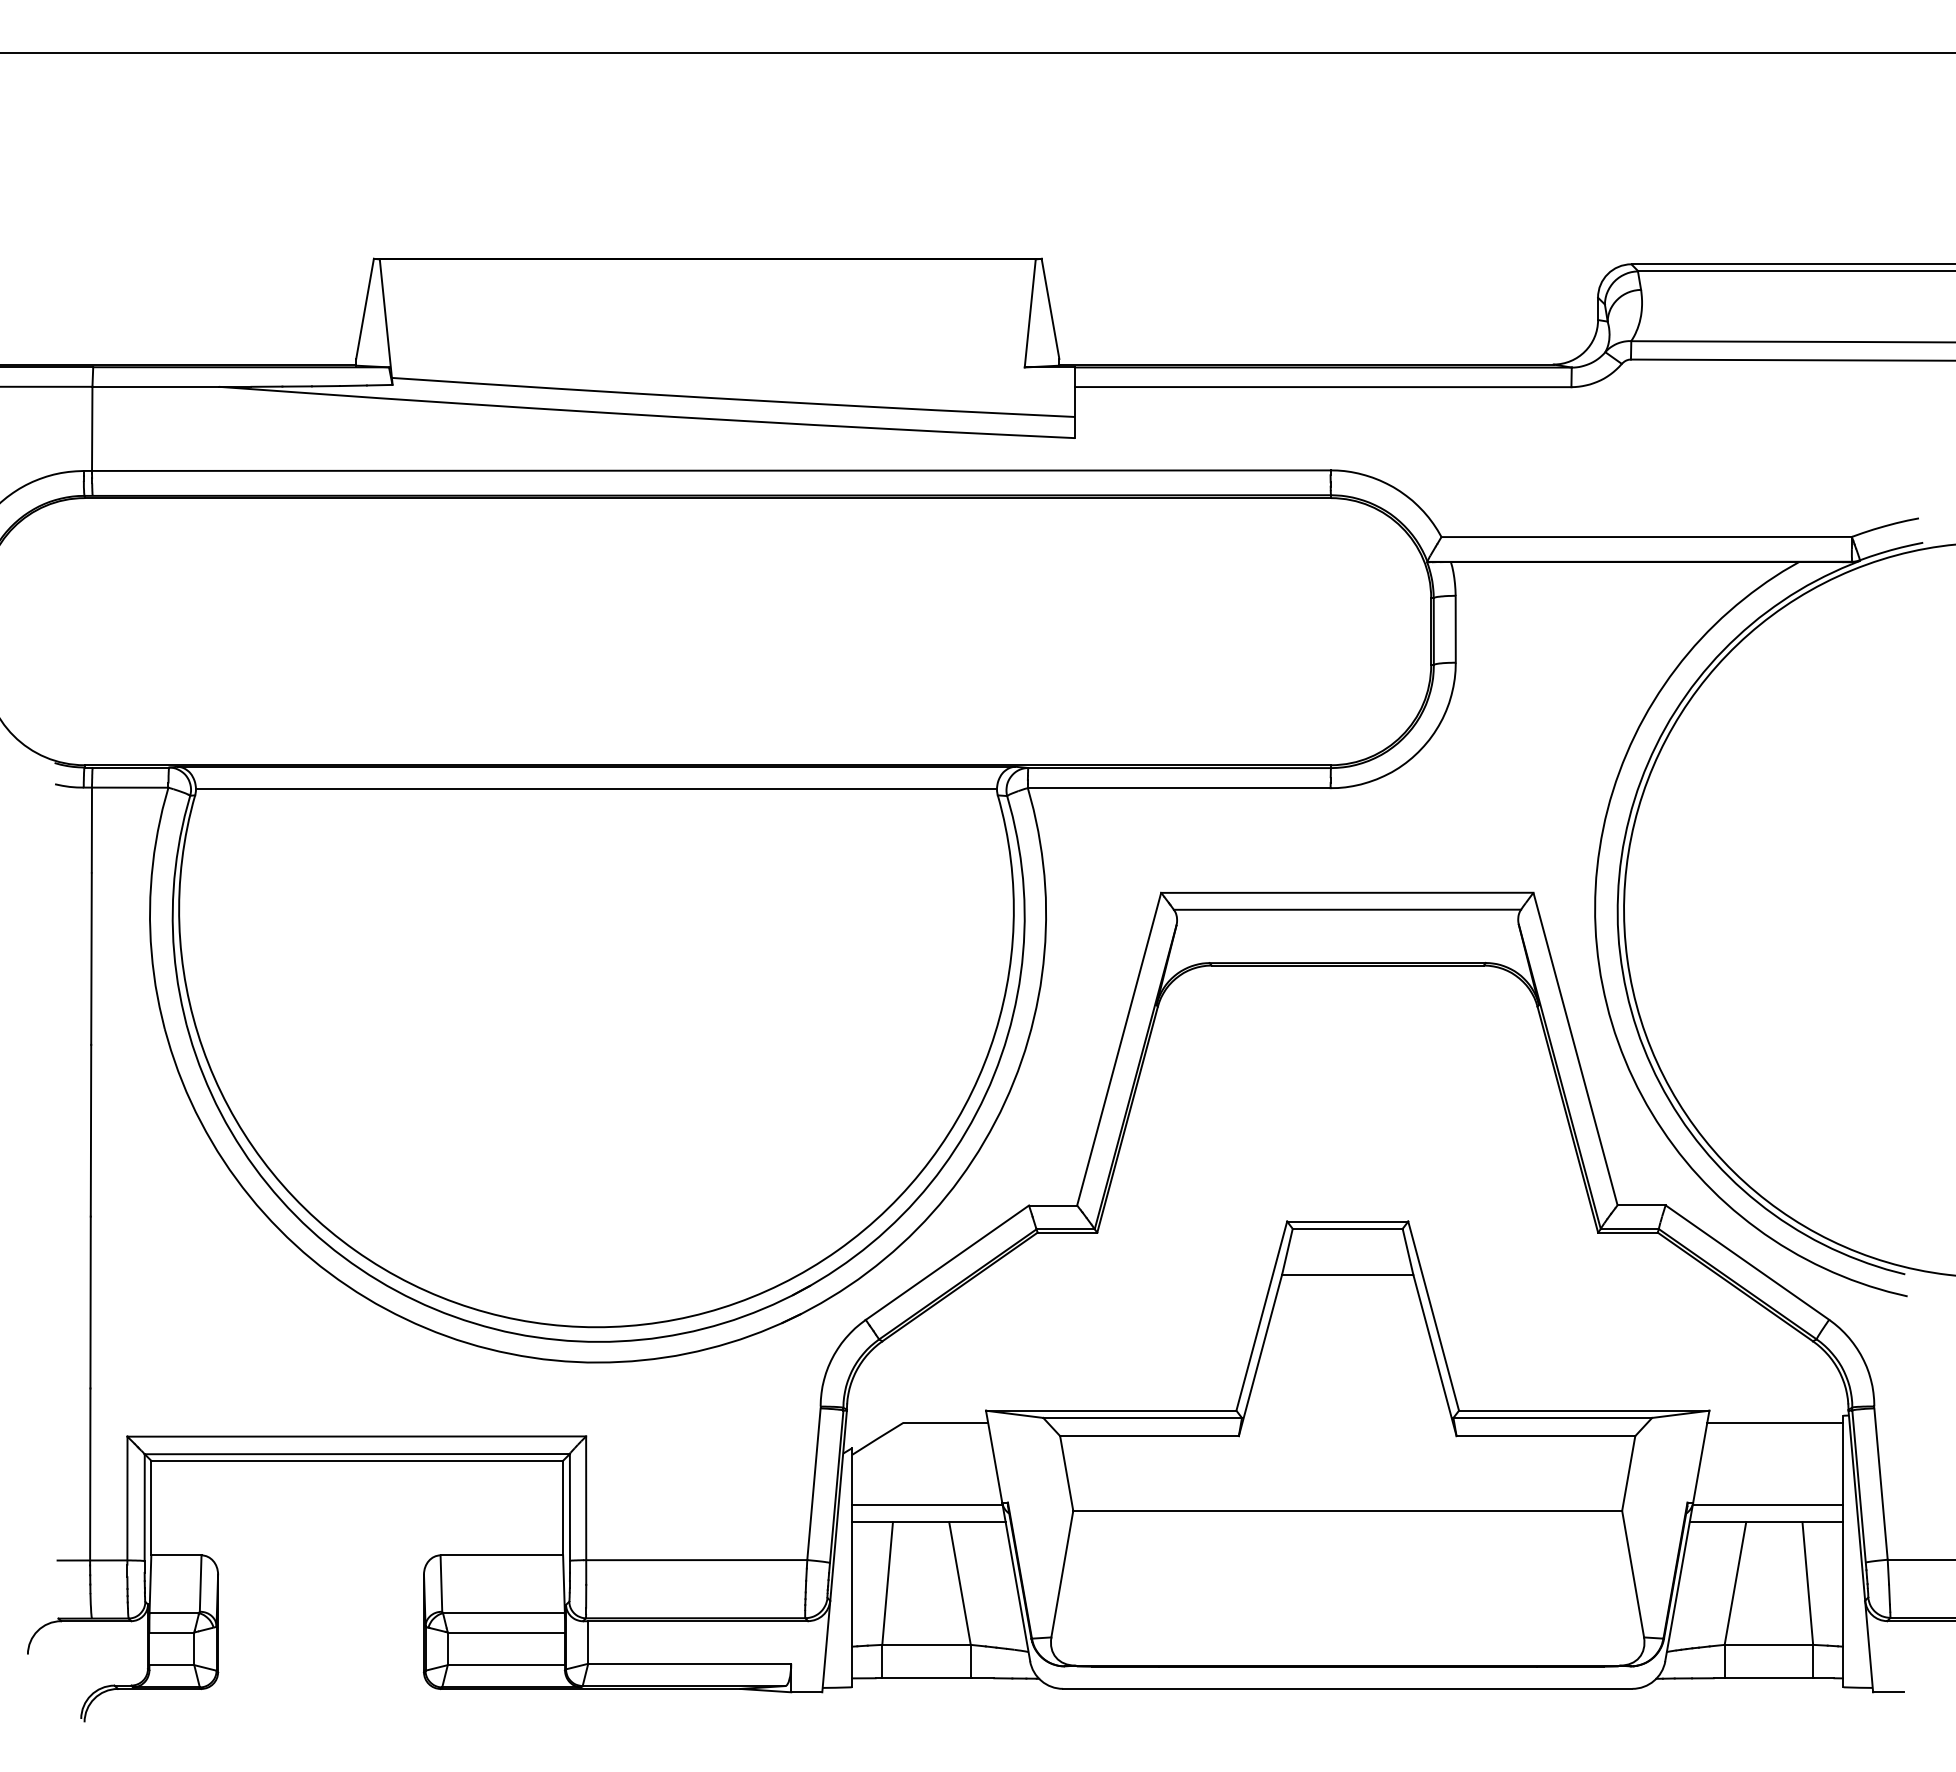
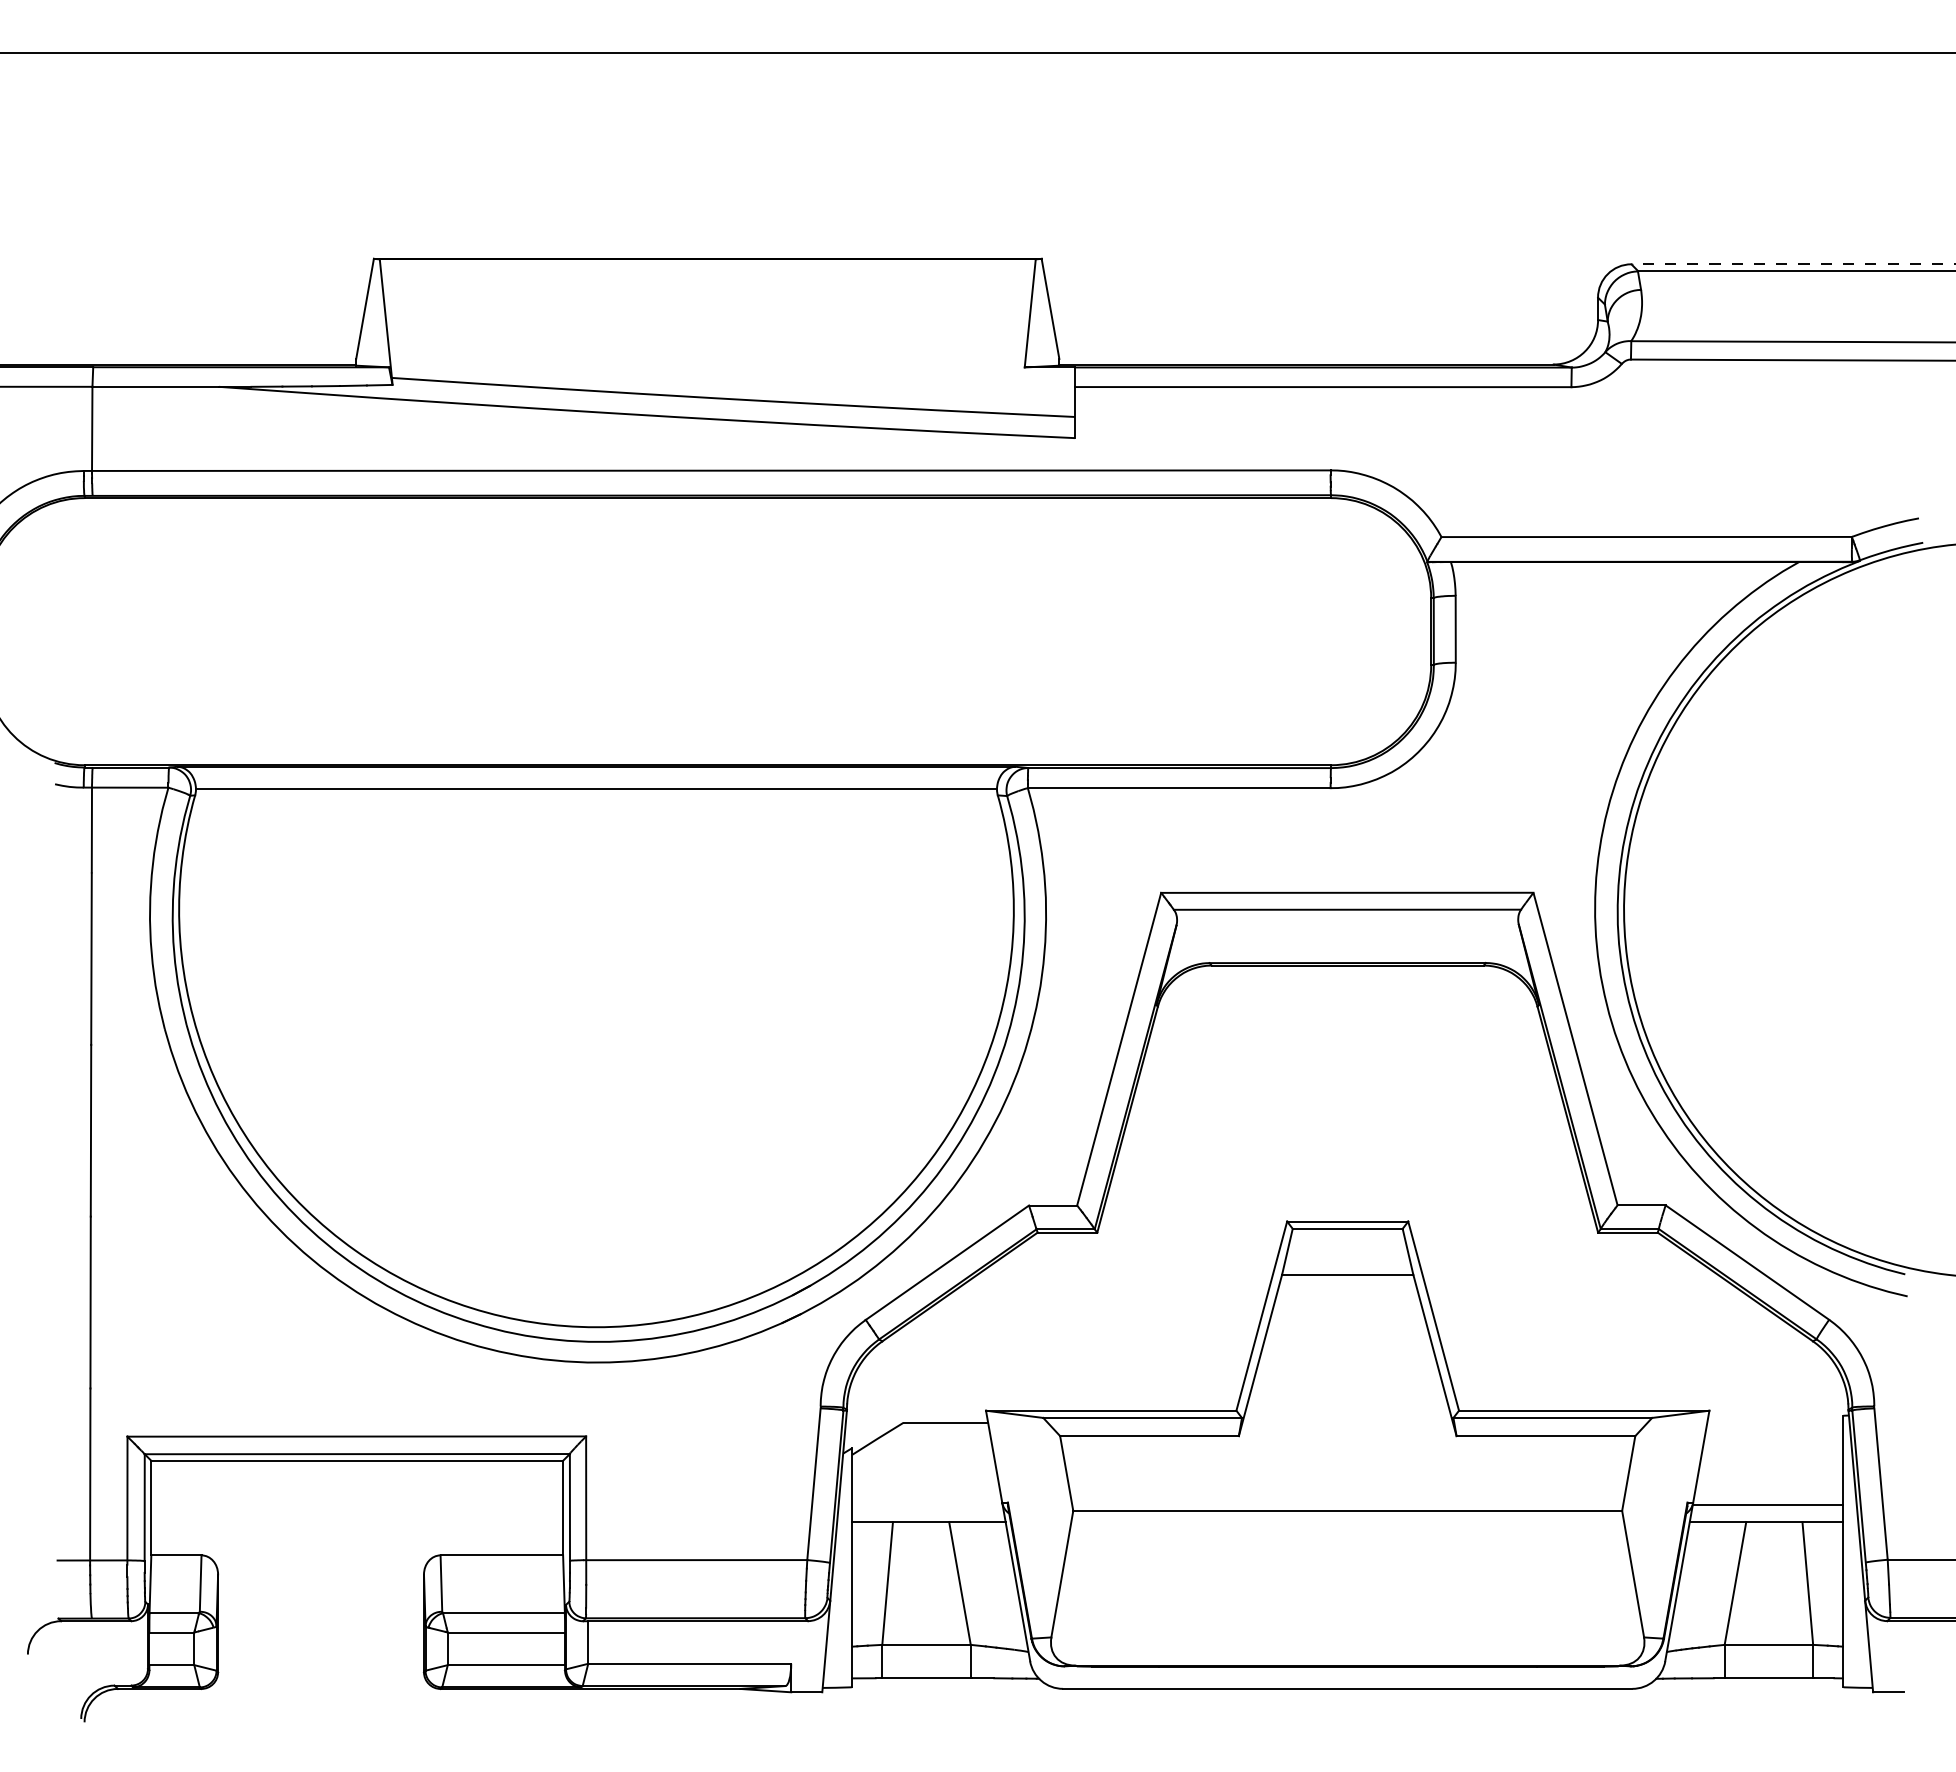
line at (1793, 264): solid -> dashed
line at (1774, 1422): present -> none
line at (927, 1505): present -> none
